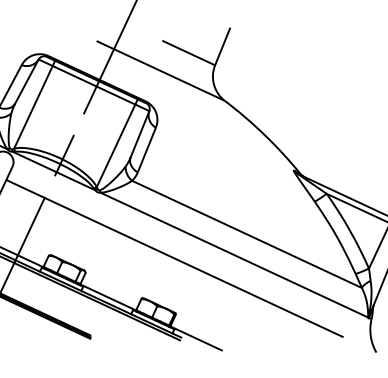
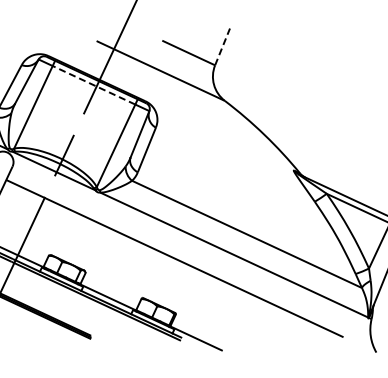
line at (222, 46): solid -> dashed
line at (94, 85): solid -> dashed
